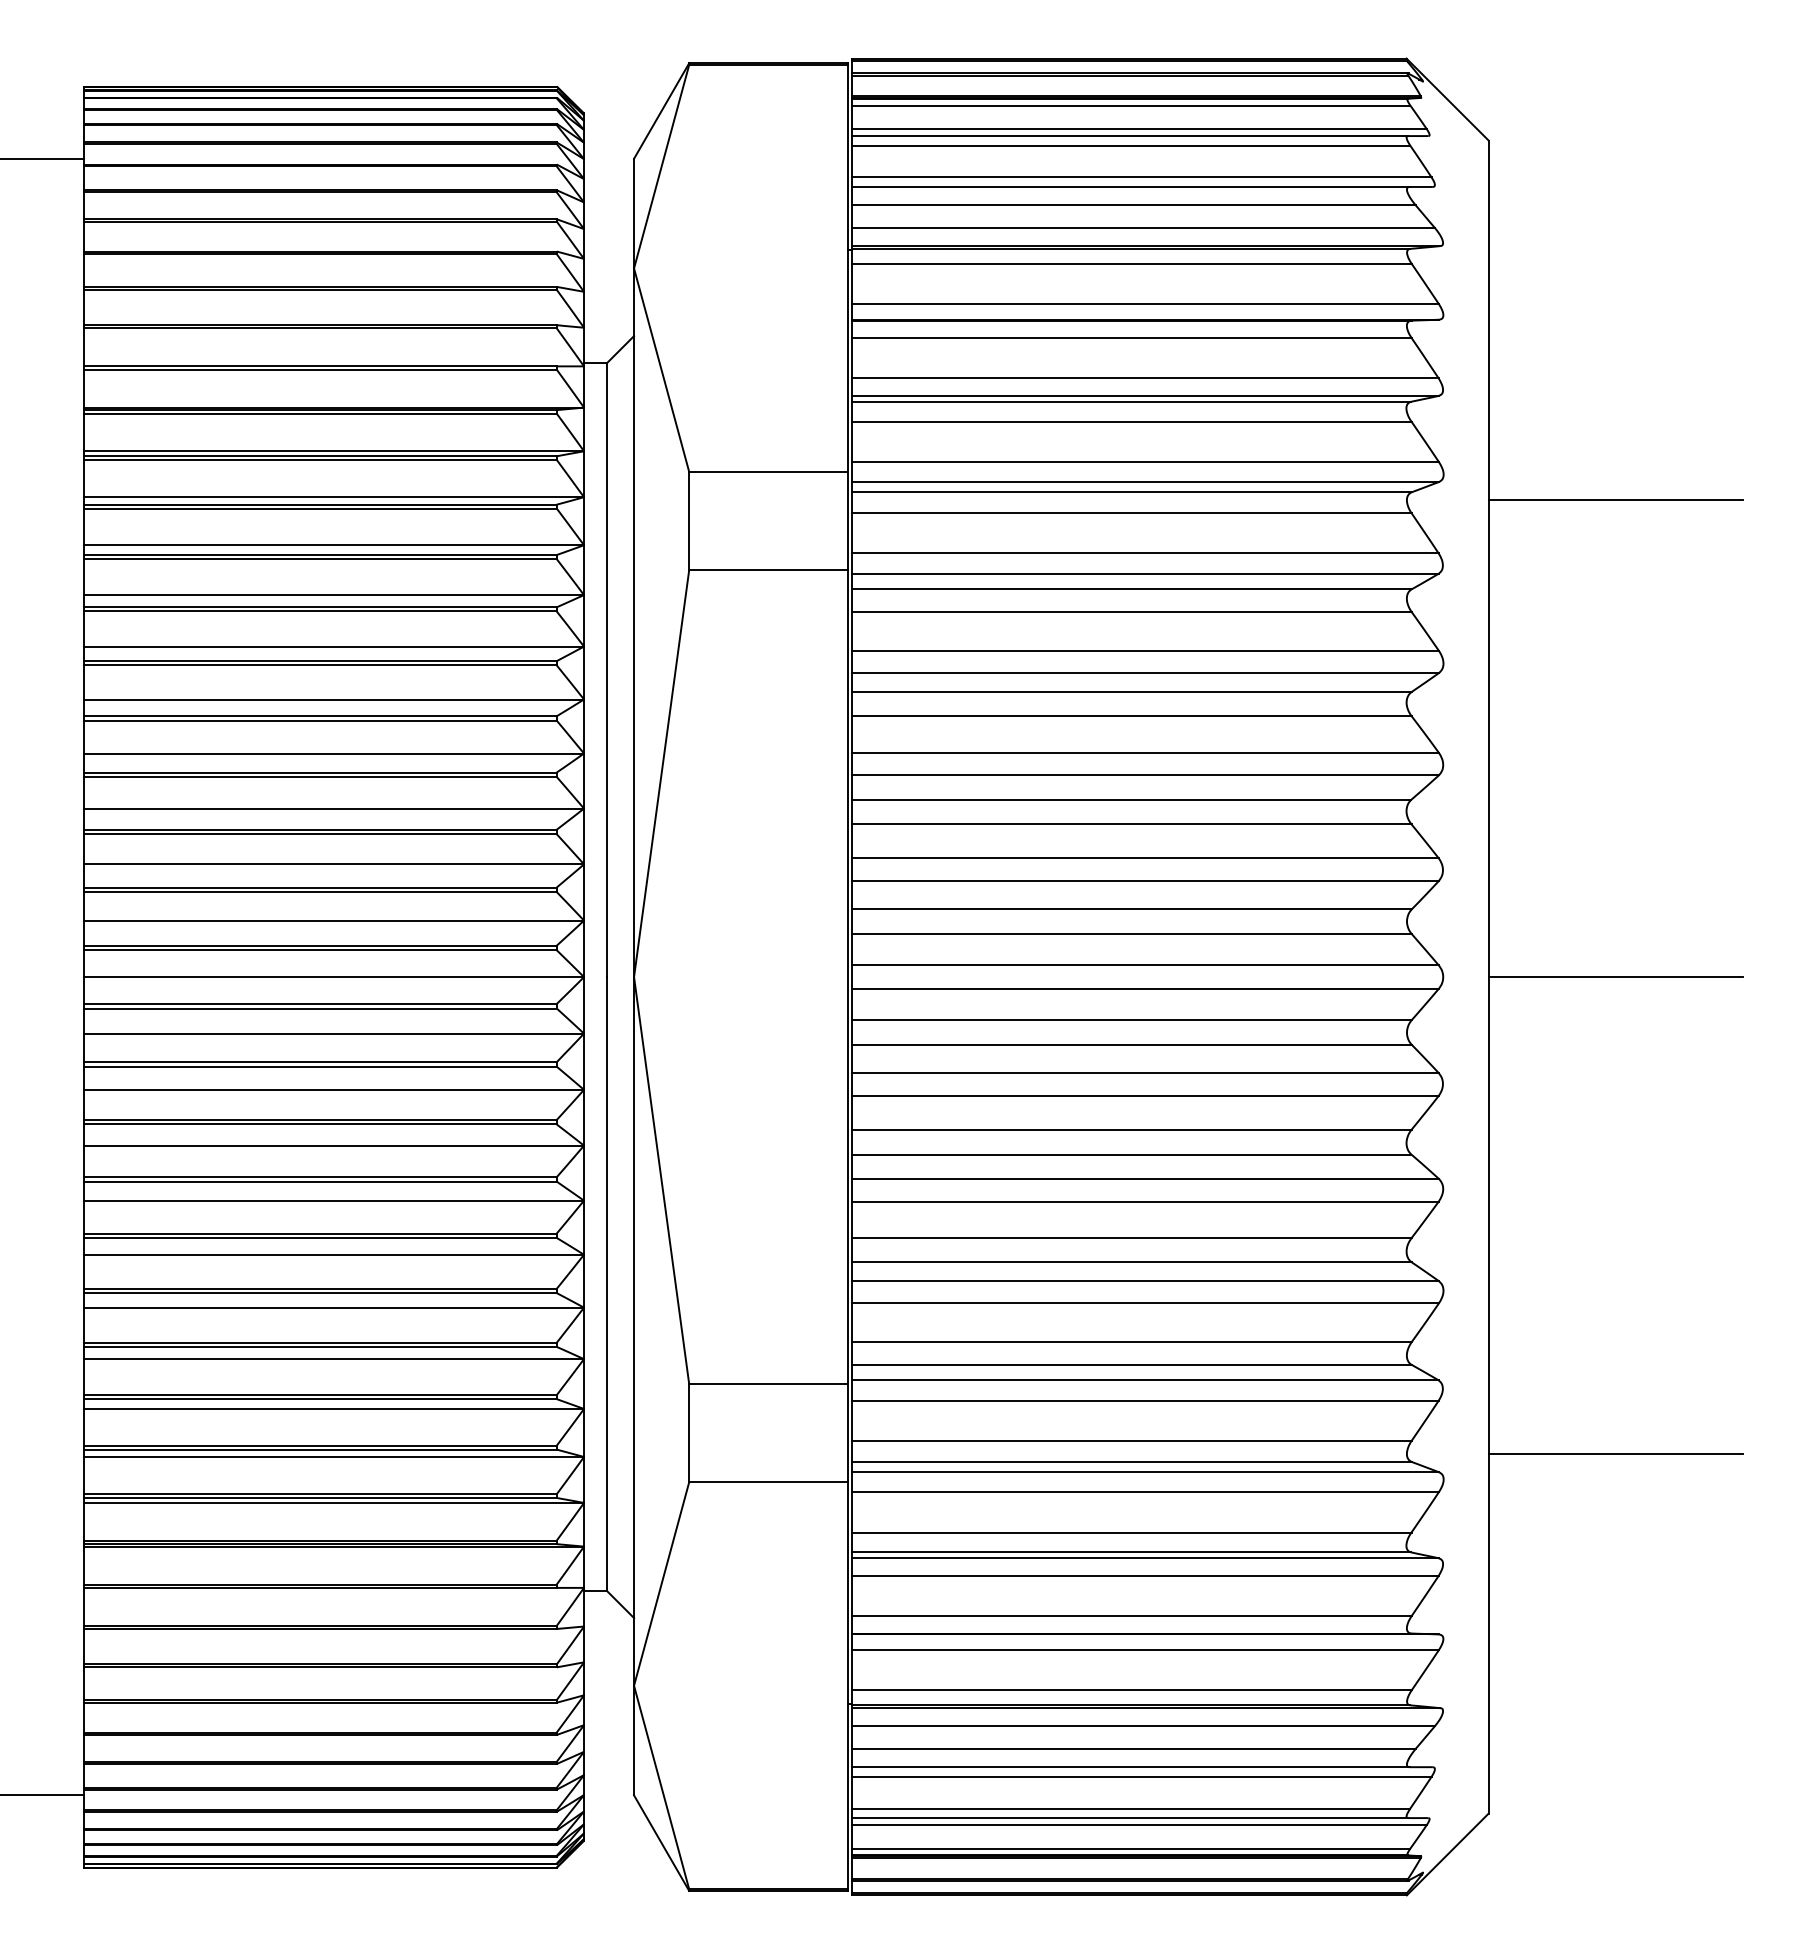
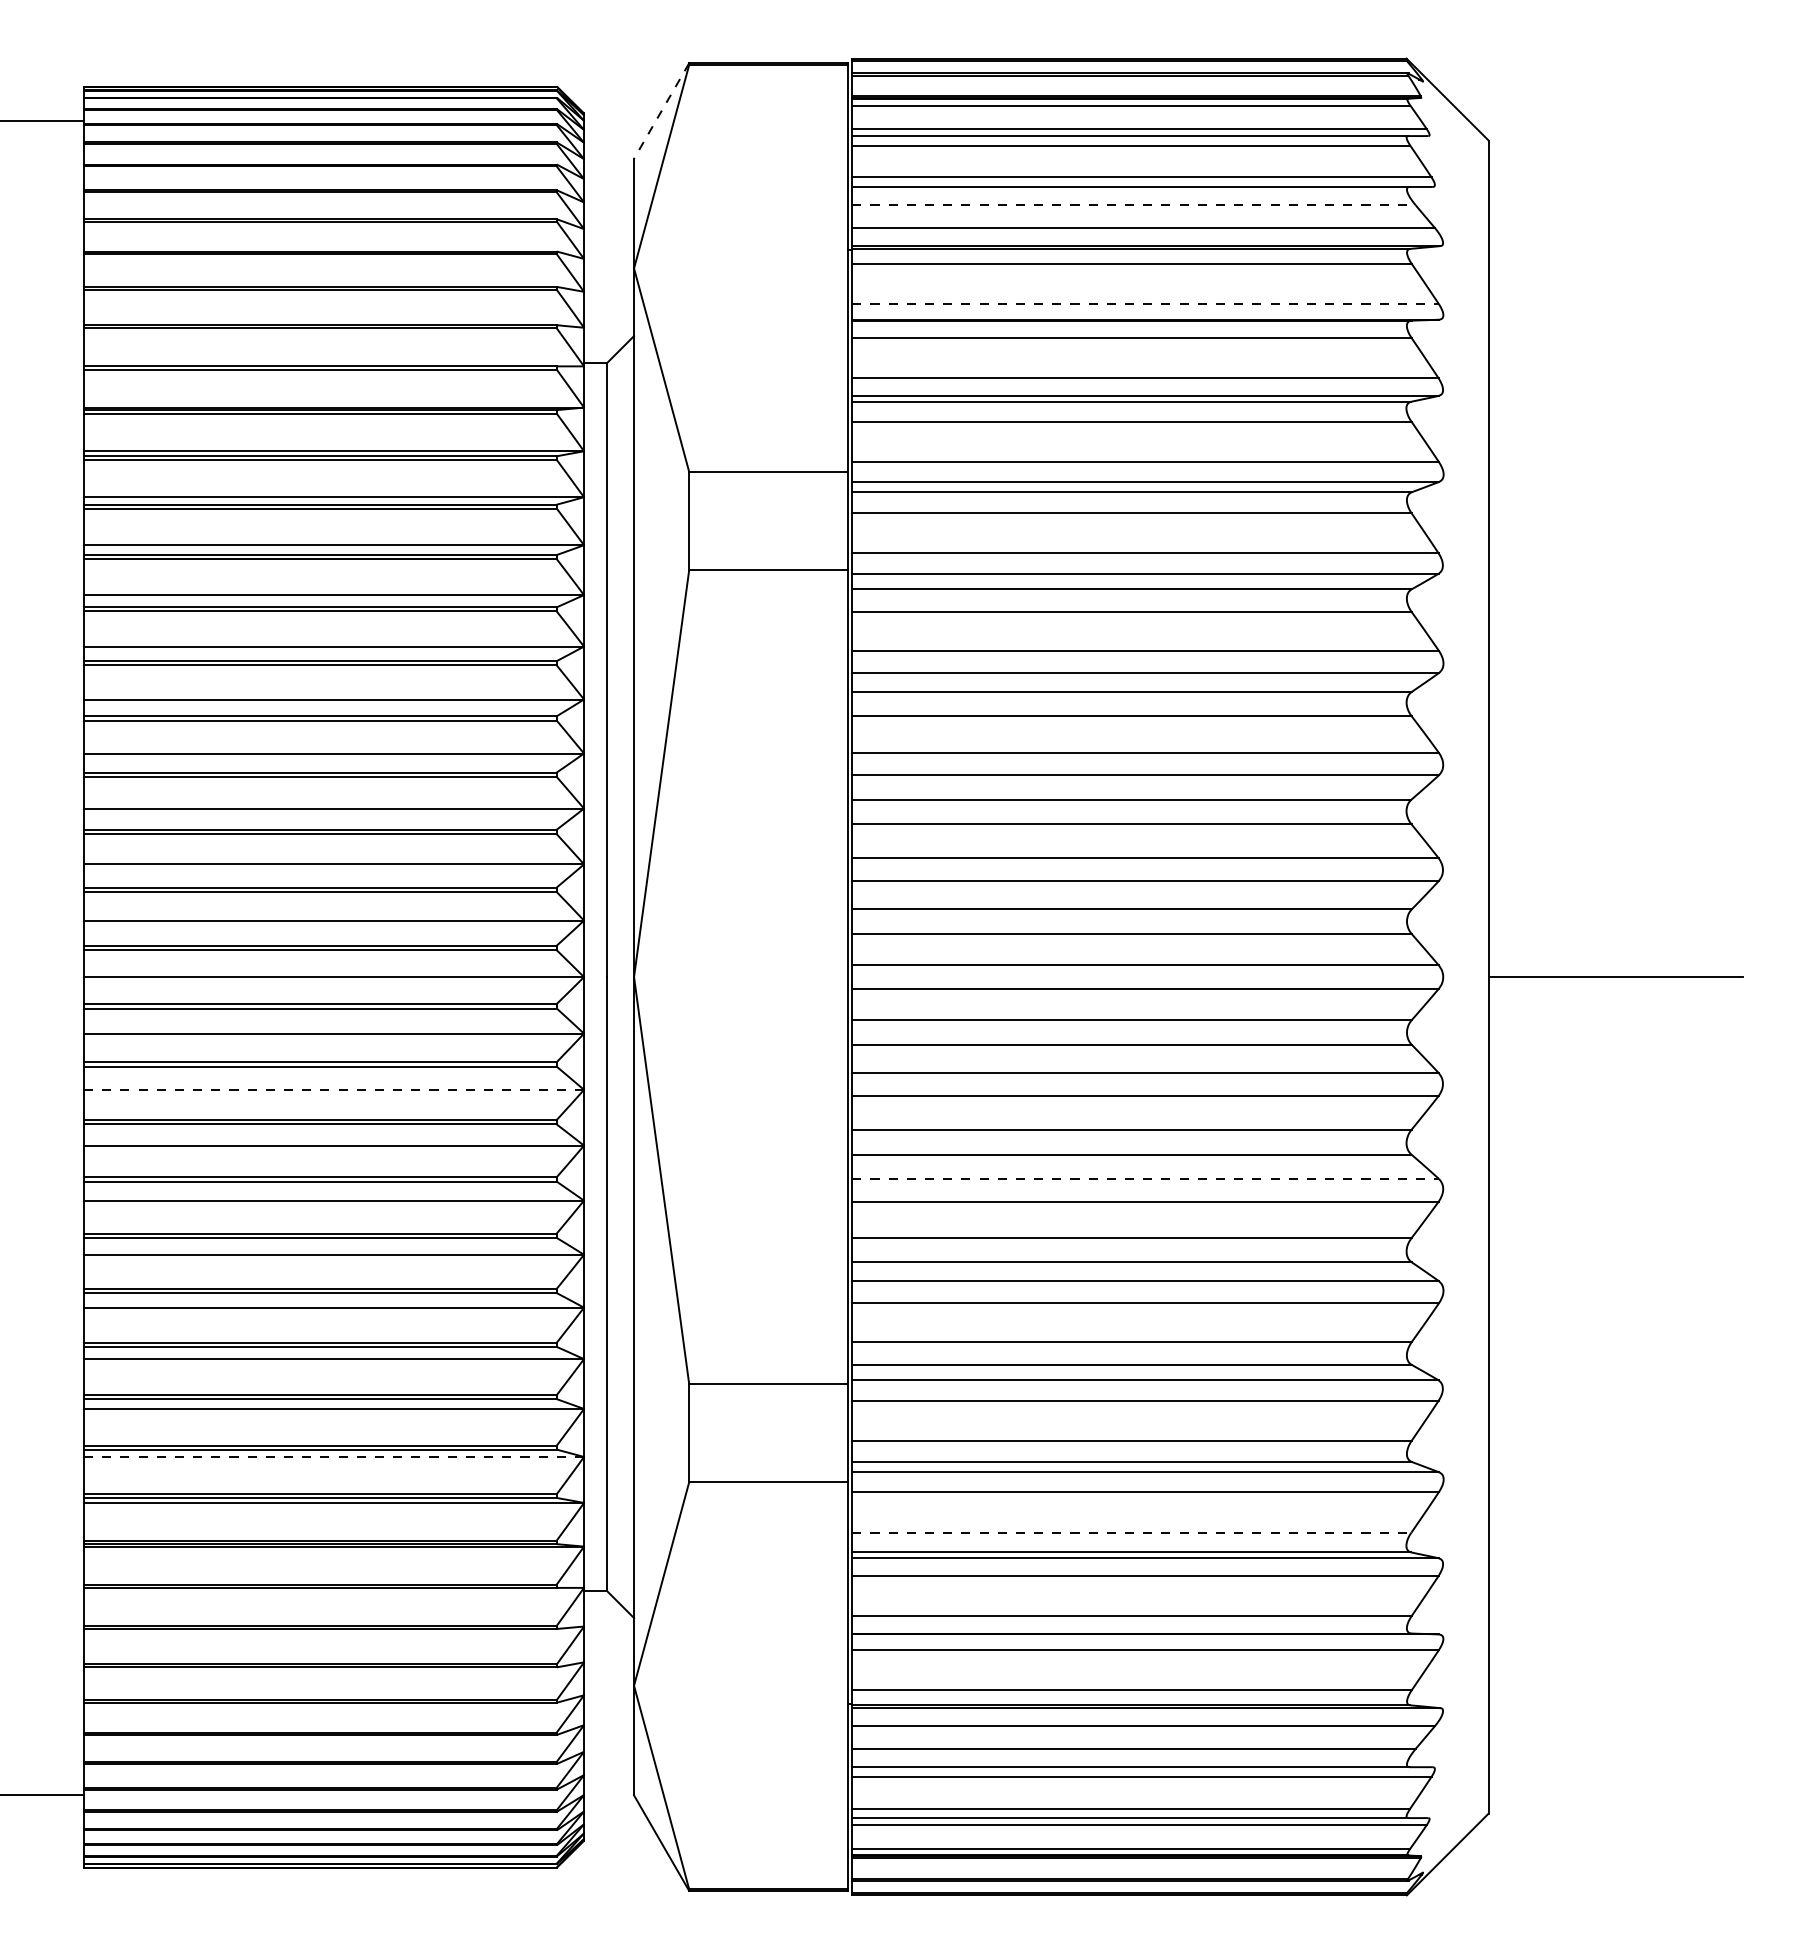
line at (661, 111): solid -> dashed
line at (42, 158) position: (42, 158) -> (42, 120)
line at (1133, 205): solid -> dashed
line at (1146, 304): solid -> dashed
line at (1615, 499): present -> none
line at (333, 1089): solid -> dashed
line at (1146, 1178): solid -> dashed
line at (1615, 1454): present -> none
line at (333, 1456): solid -> dashed
line at (1131, 1532): solid -> dashed
